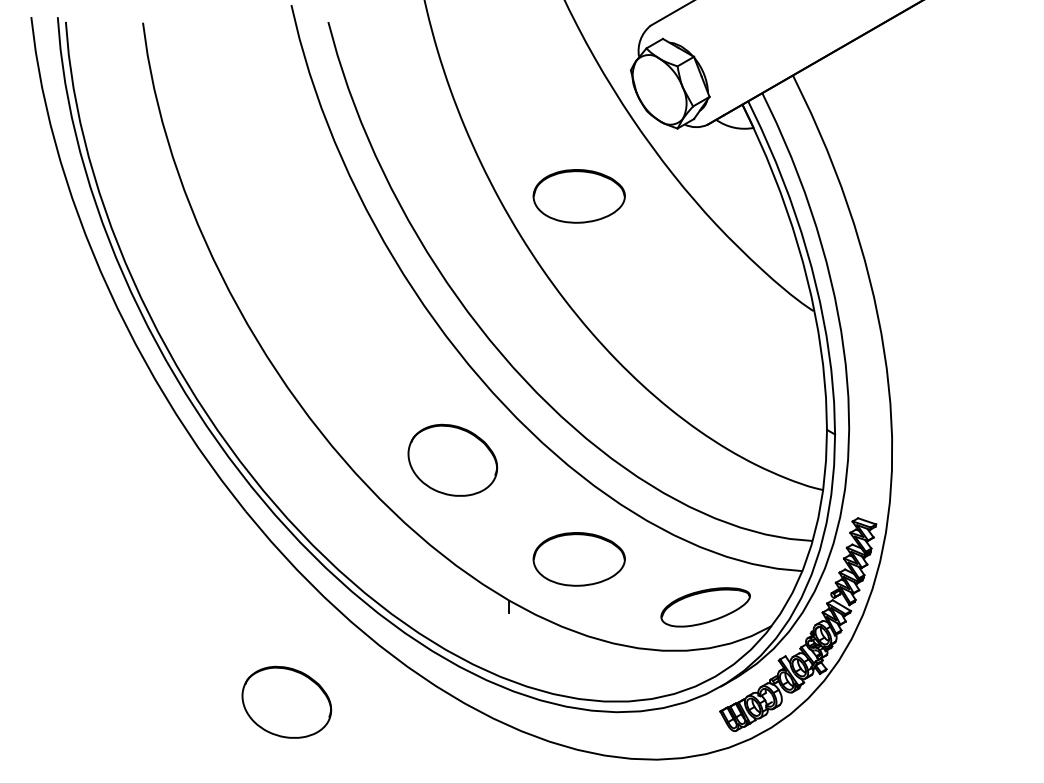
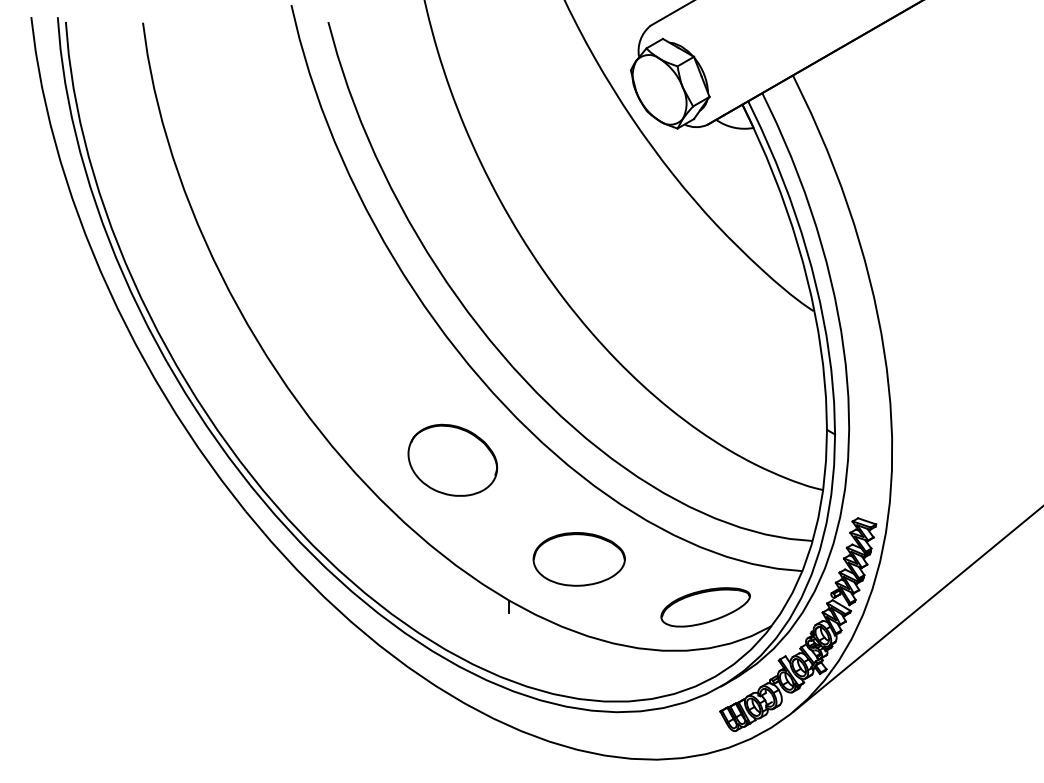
part at (578, 196): present -> none
line at (916, 609): none -> present
part at (286, 701): present -> none
